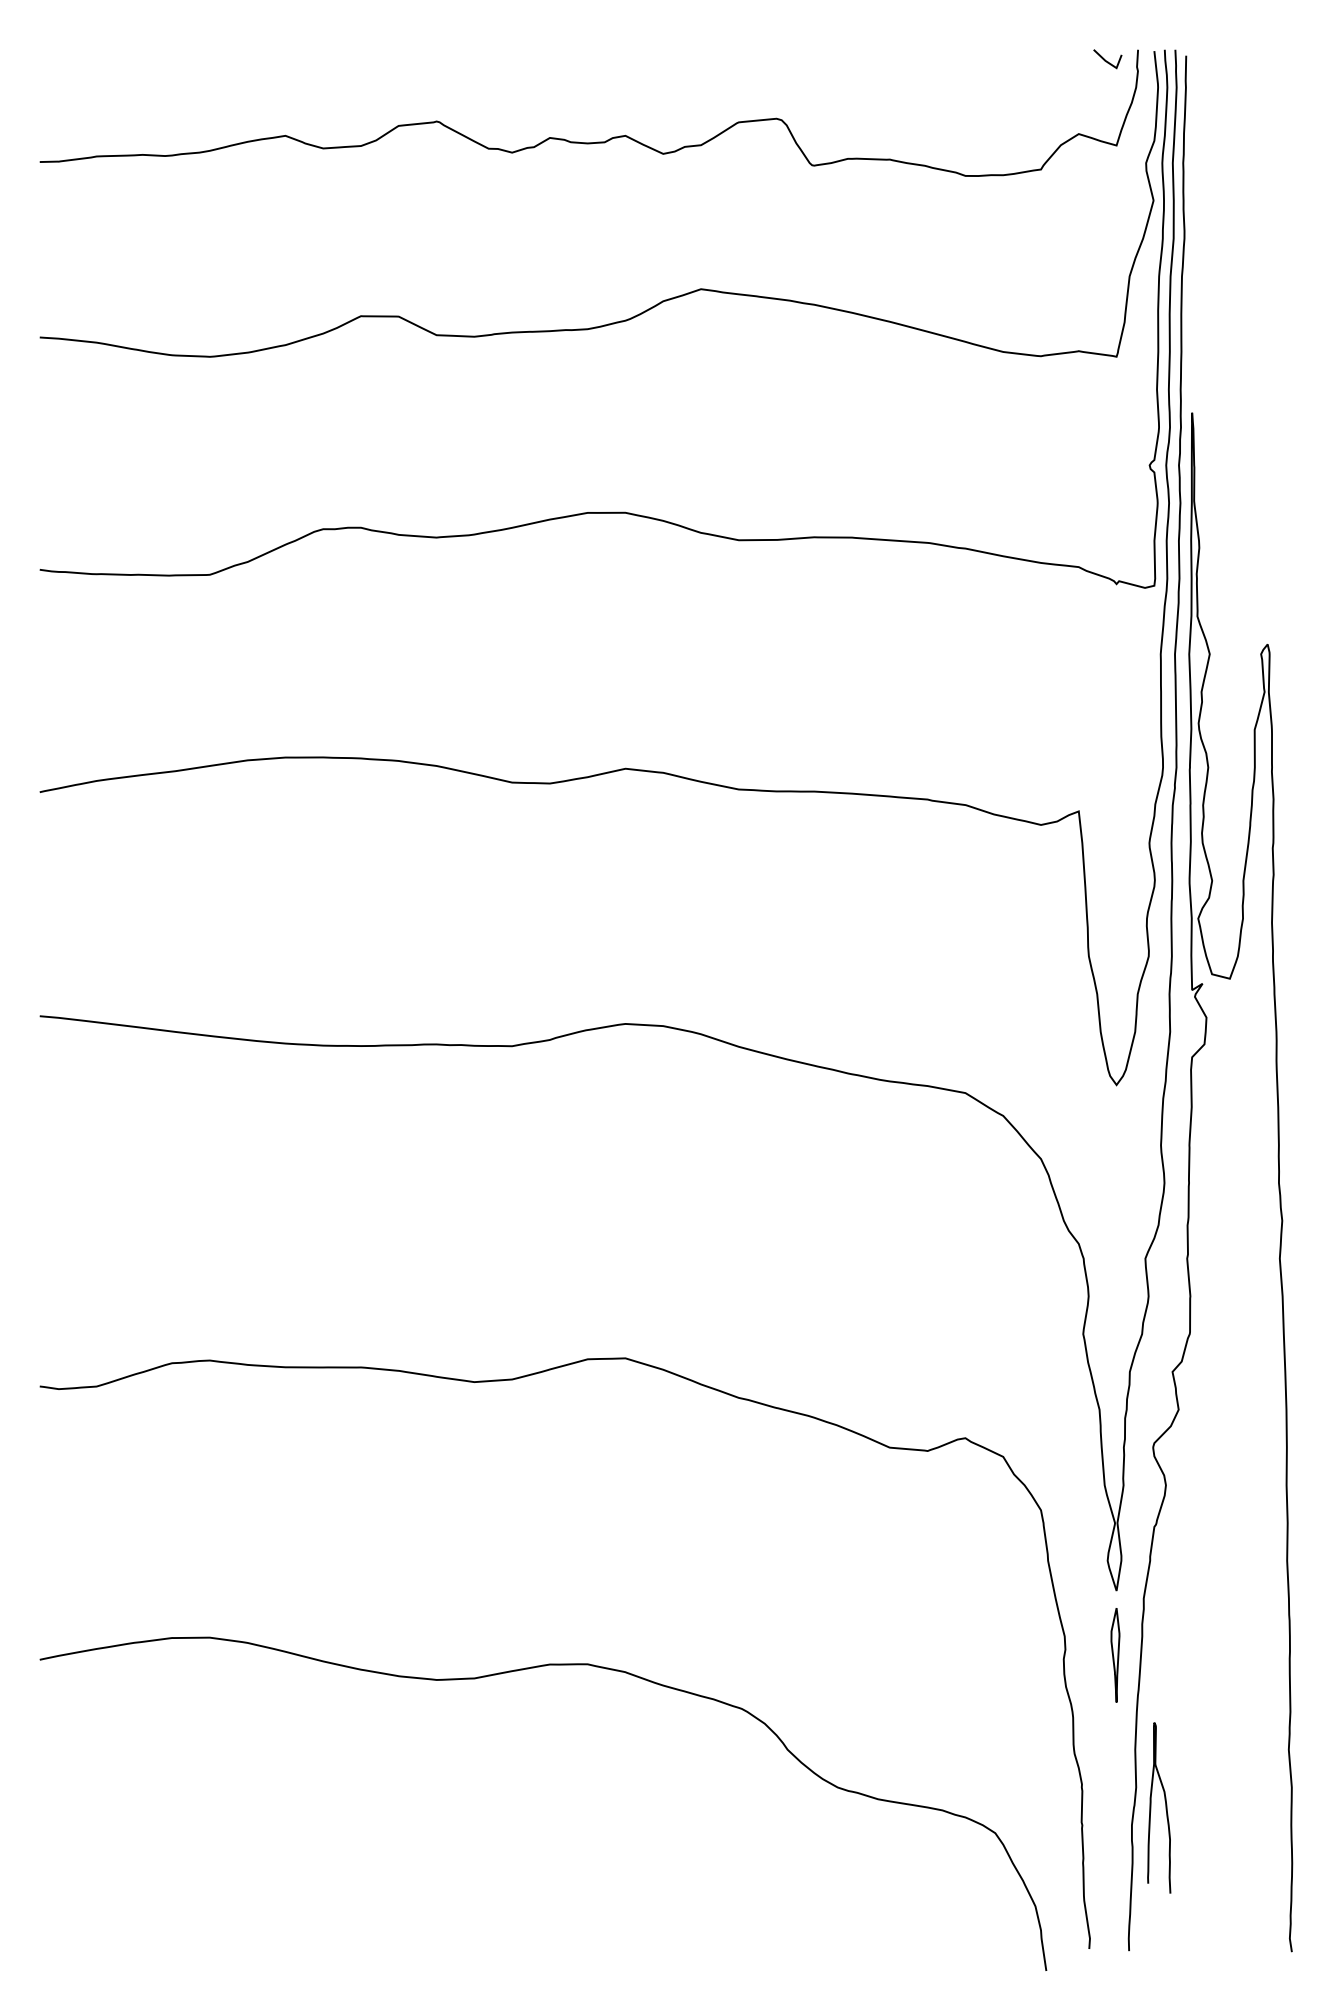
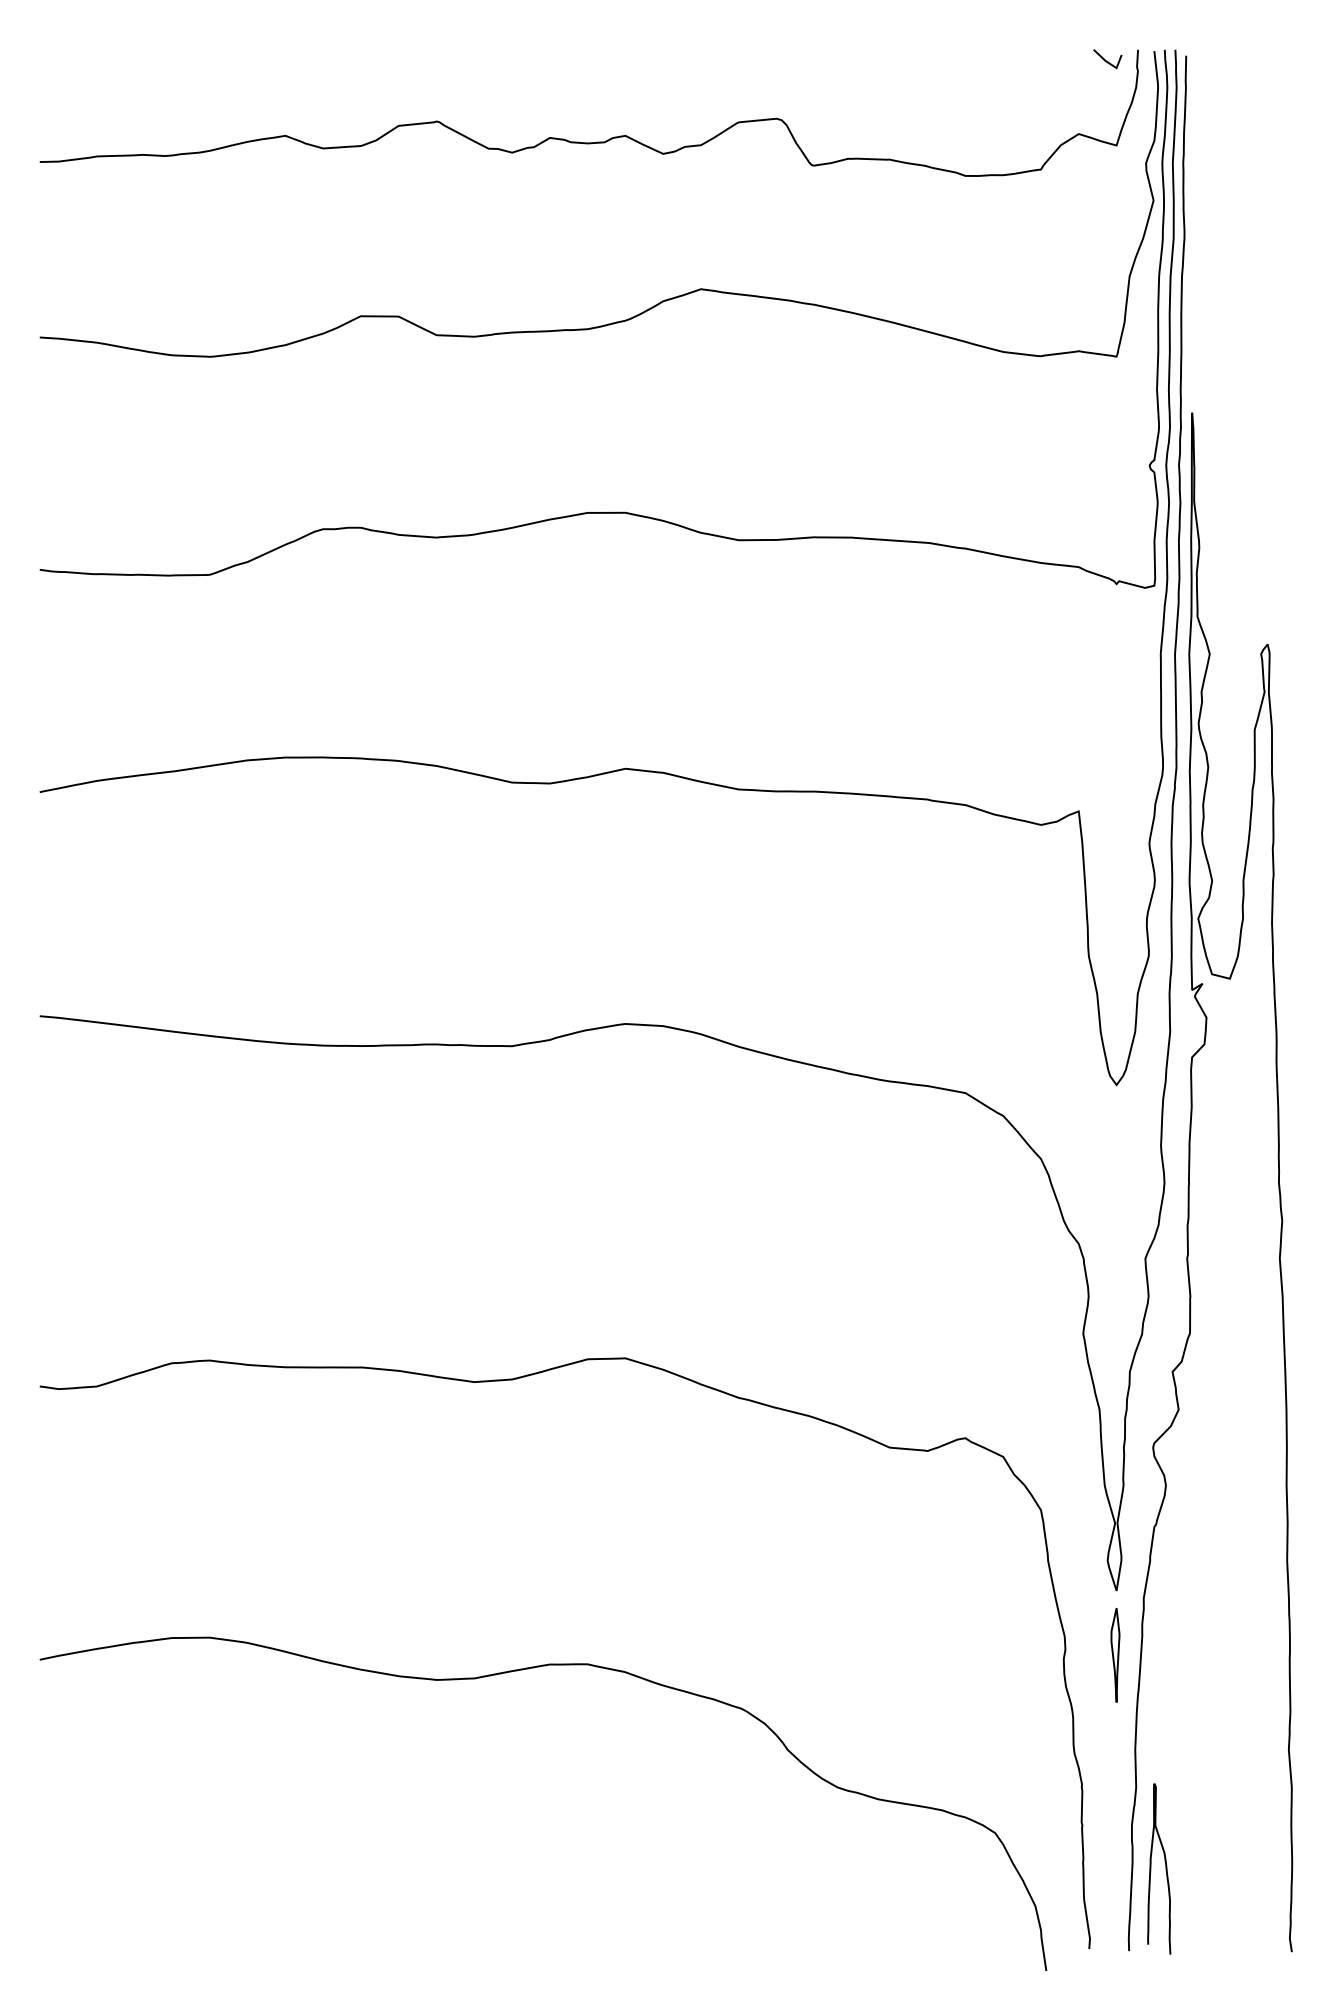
curve at (1165, 1807) position: (1165, 1807) -> (1165, 1868)
